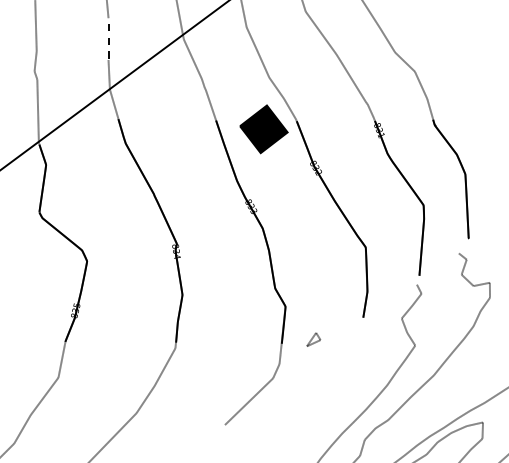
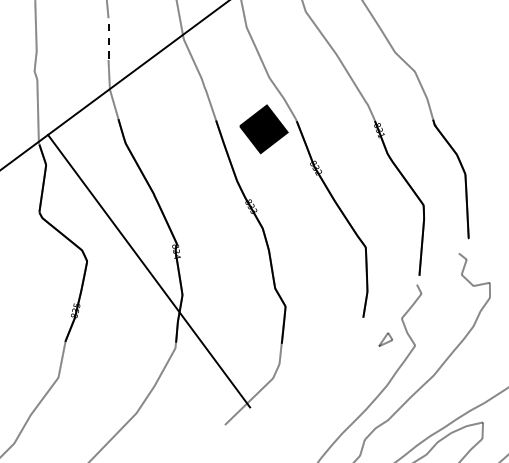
line at (149, 270): none -> present
part at (313, 339) position: (313, 339) -> (385, 339)
